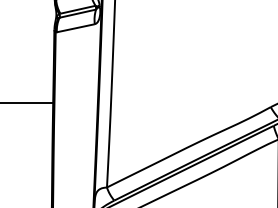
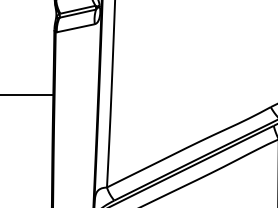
line at (27, 102) position: (27, 102) -> (27, 94)
